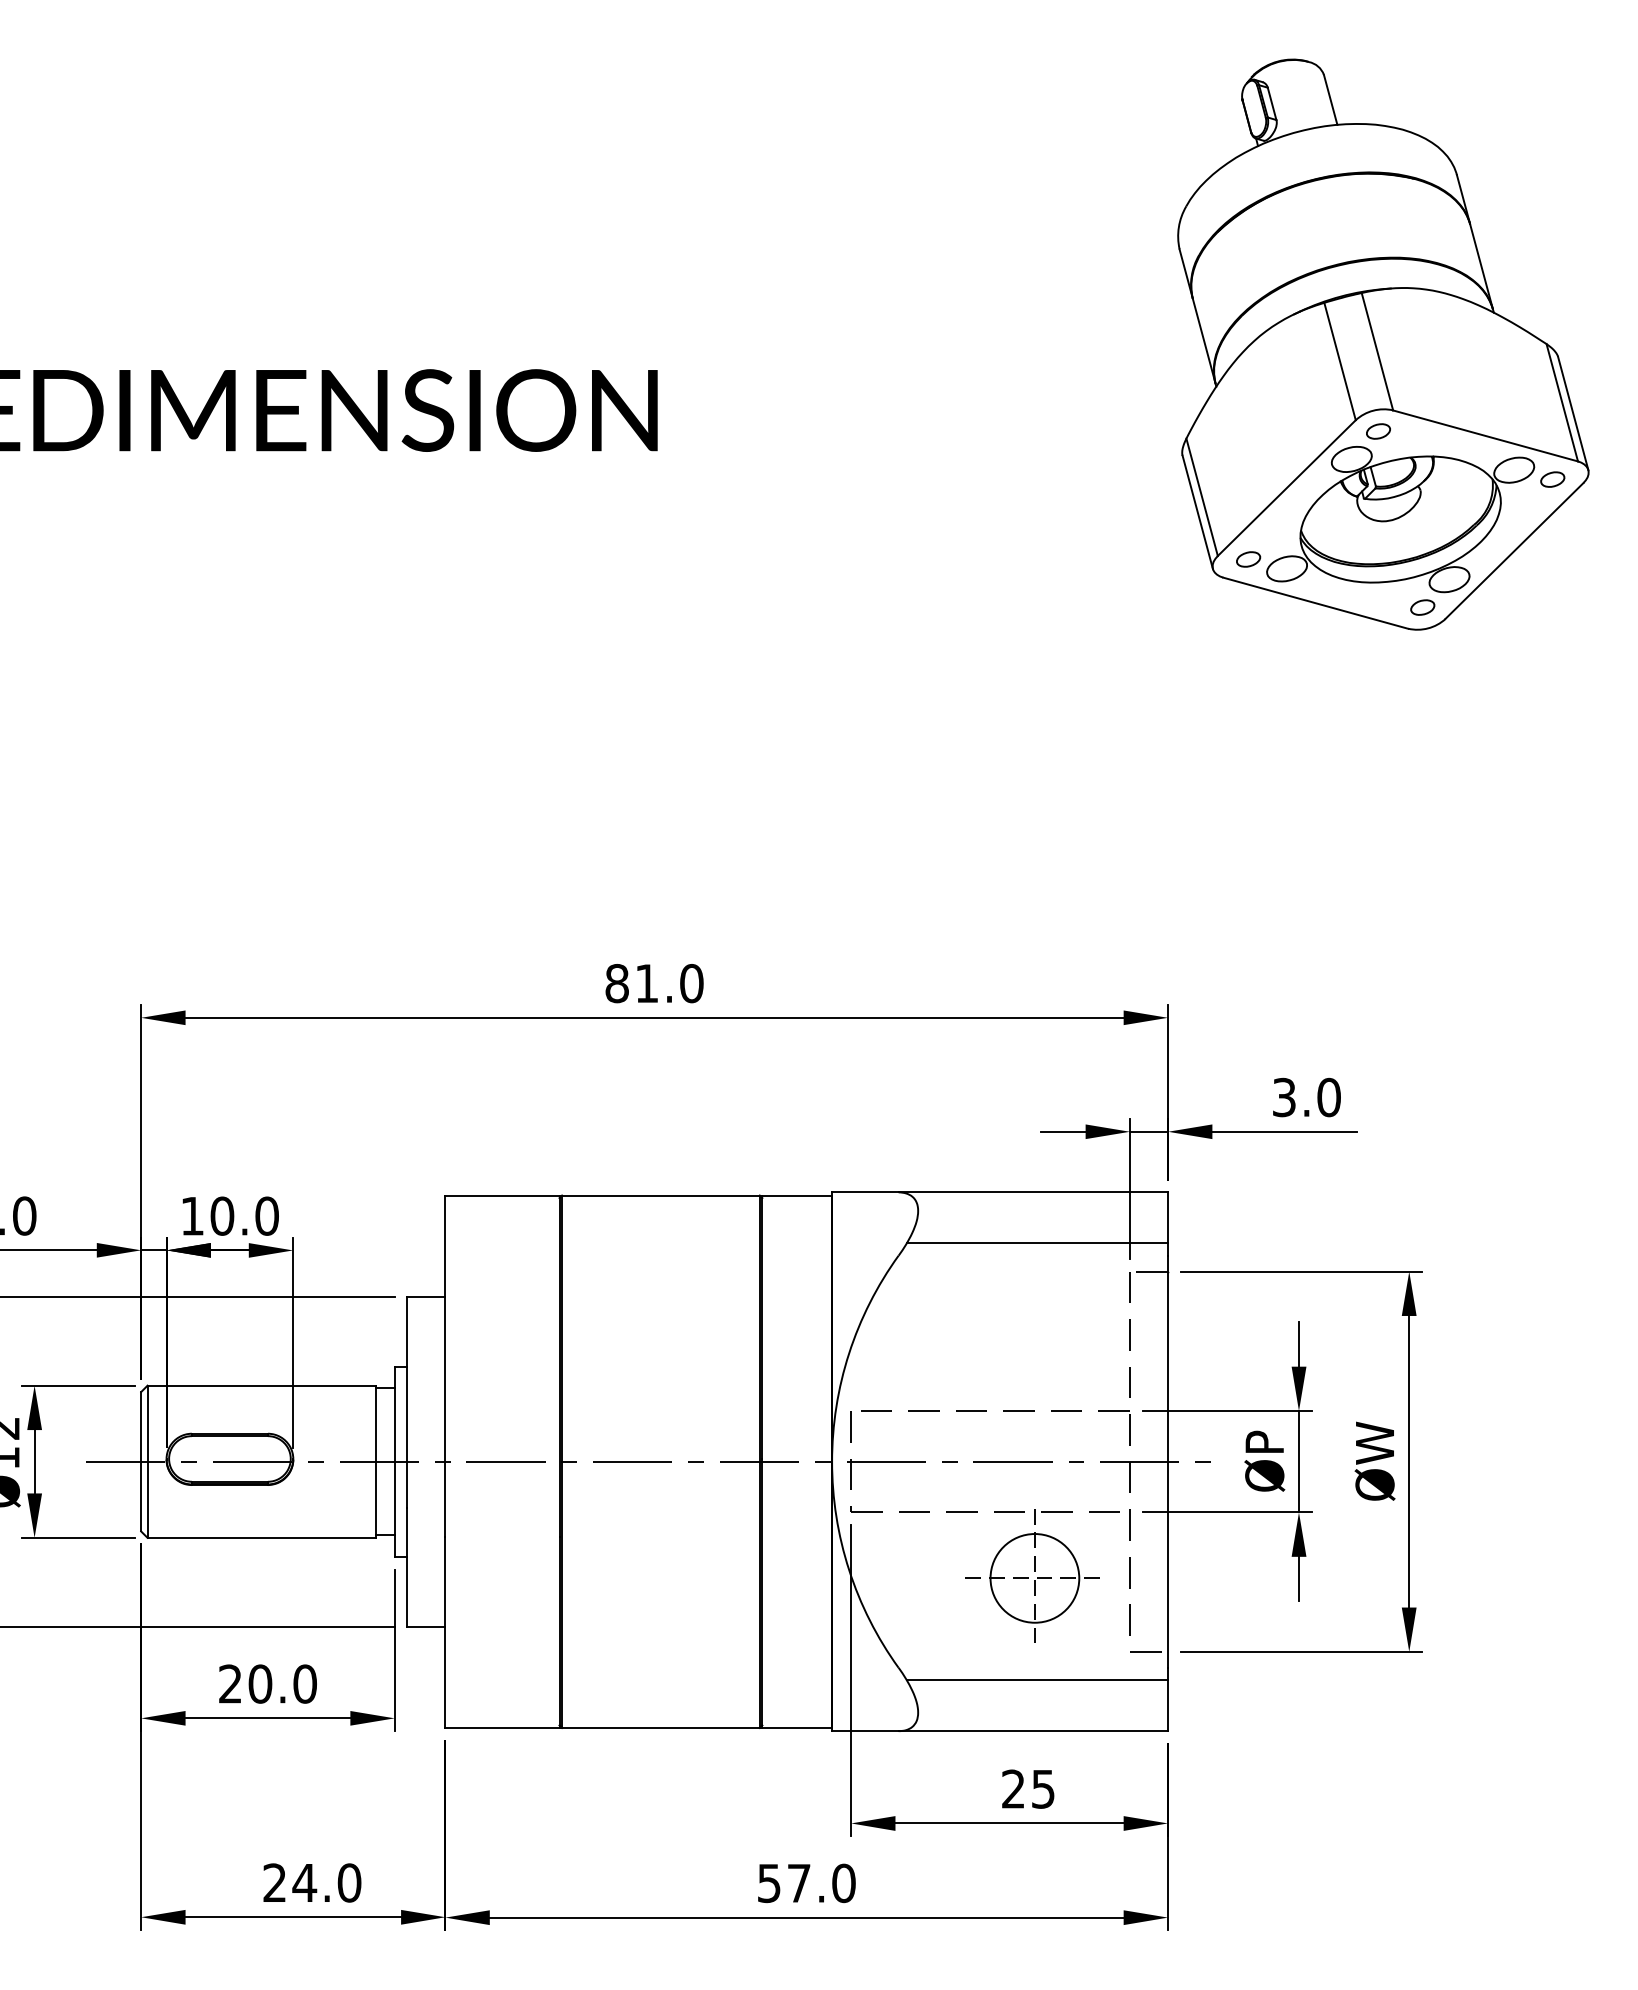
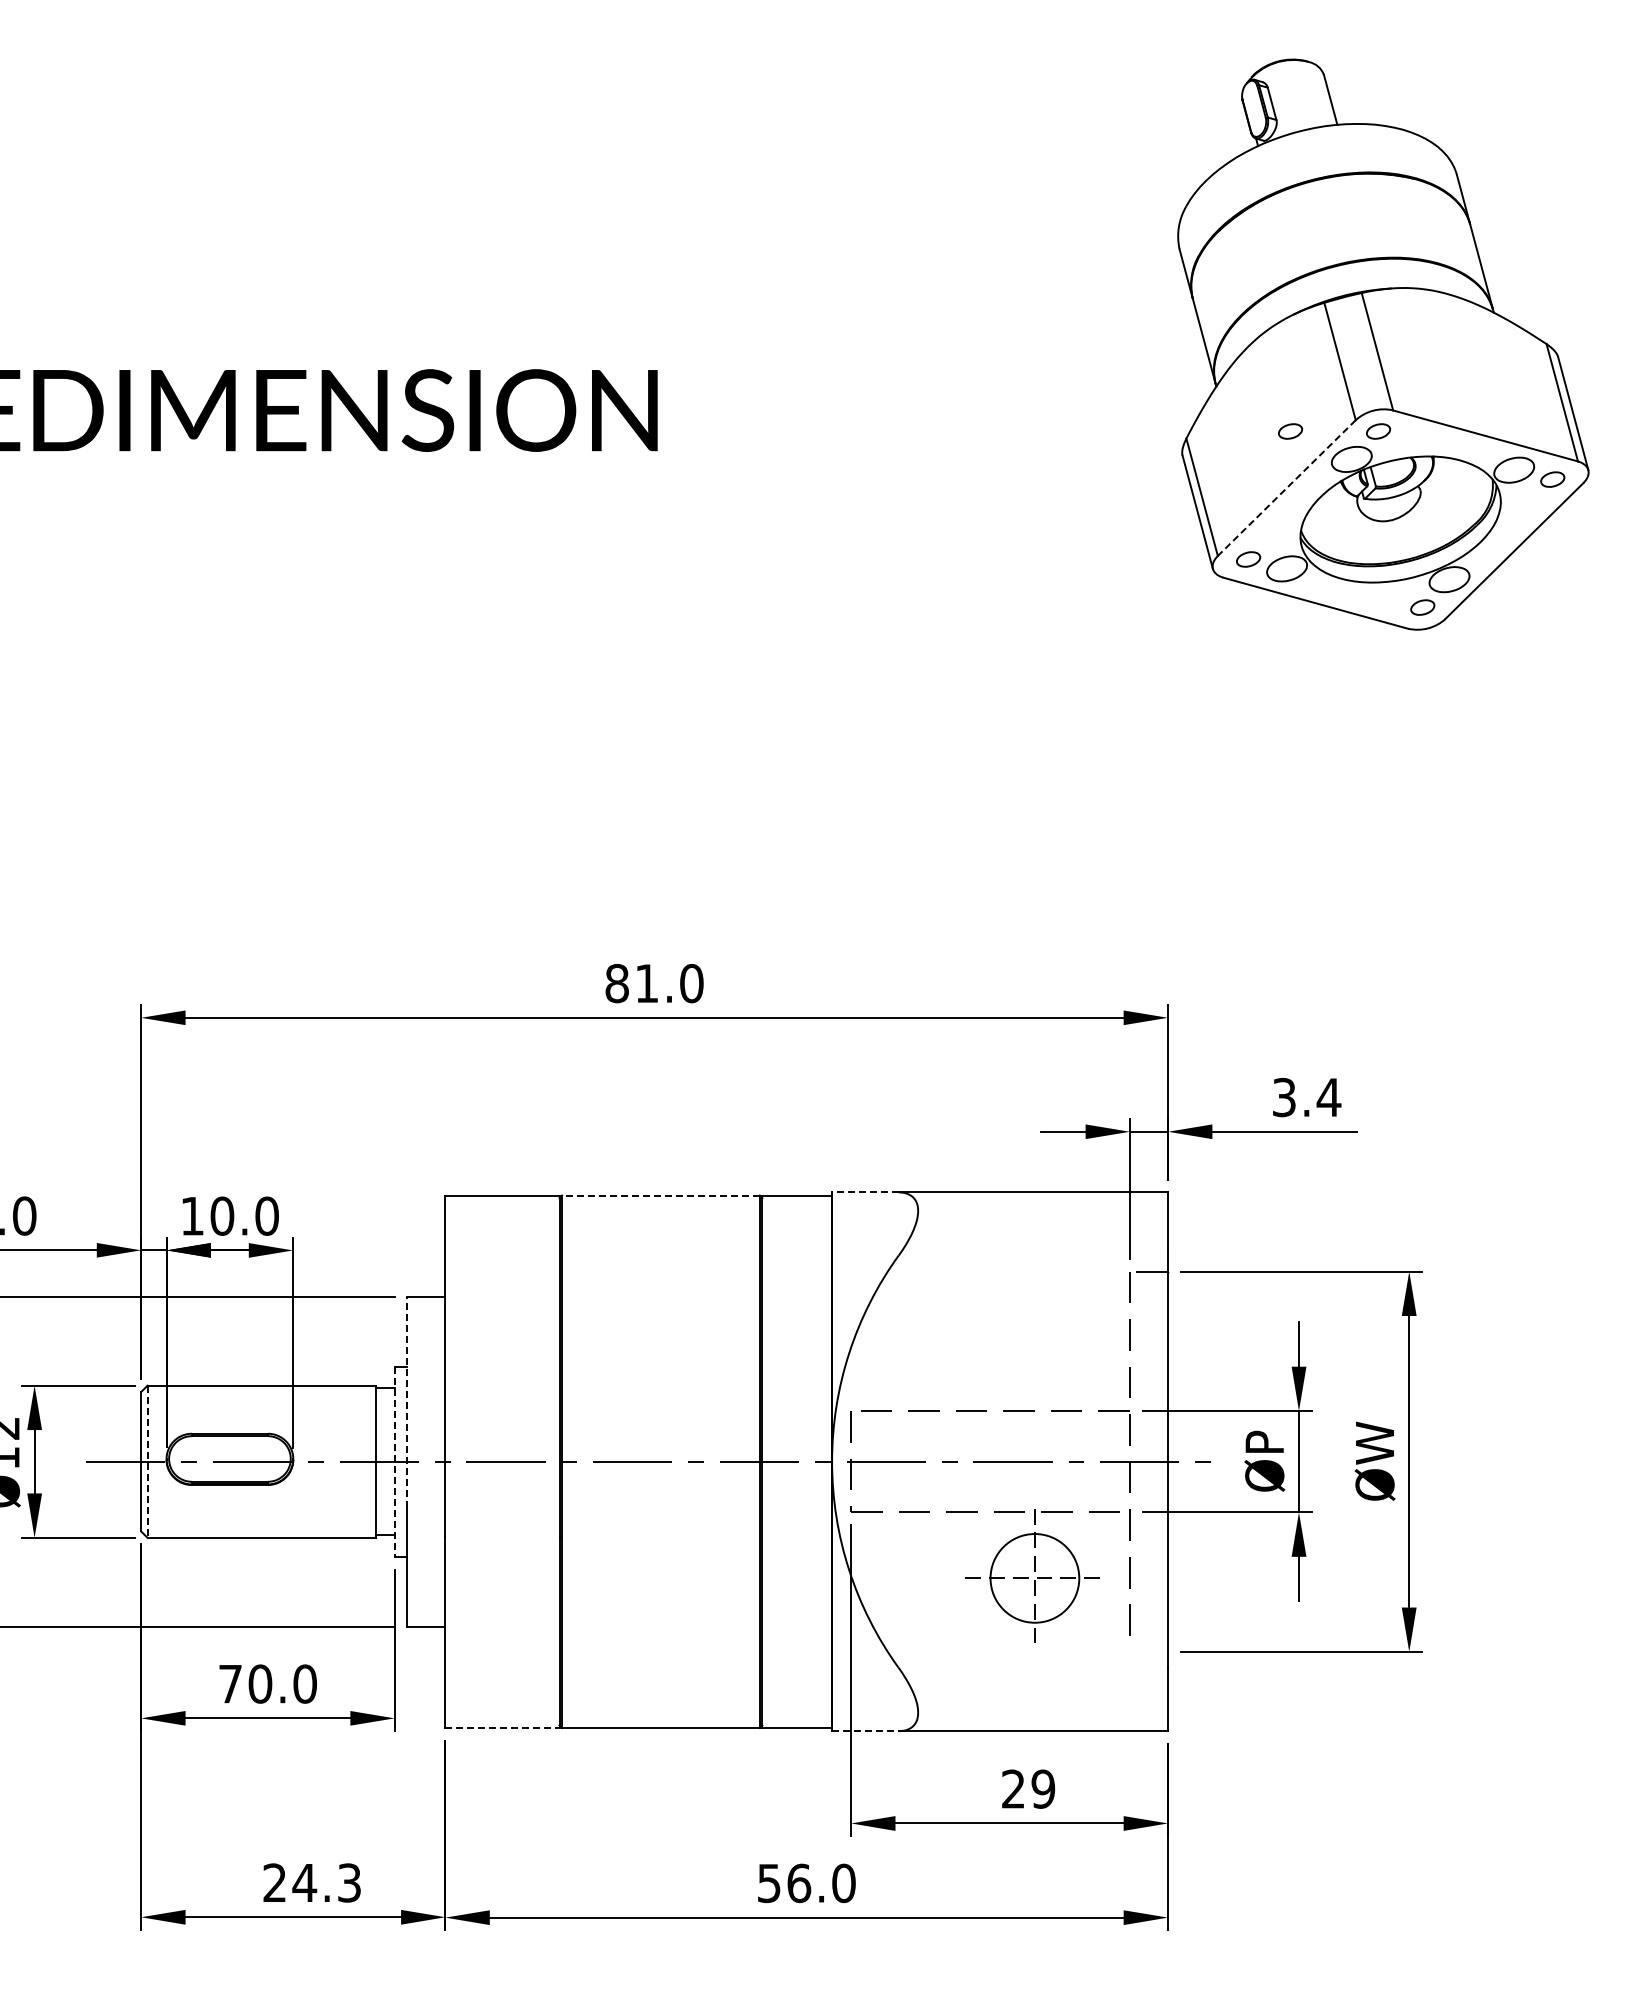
part at (1290, 431): none -> present
line at (1286, 488): solid -> dashed
text at (1328, 1097): 3.0 -> 3.4
line at (864, 1192): solid -> dashed
line at (660, 1195): solid -> dashed
line at (1037, 1243): present -> none
line at (407, 1402): solid -> dashed
line at (147, 1462): solid -> dashed
line at (394, 1462): solid -> dashed
line at (1148, 1651): present -> none
line at (1037, 1680): present -> none
text at (230, 1683): 20.0 -> 70.0
line at (502, 1727): solid -> dashed
line at (865, 1731): solid -> dashed
text at (1043, 1788): 25 -> 29
text at (349, 1882): 24.0 -> 24.3
text at (799, 1883): 57.0 -> 56.0
